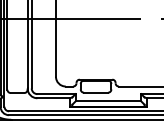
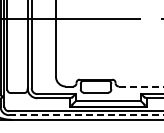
line at (141, 86): solid -> dashed
line at (87, 115): solid -> dashed
